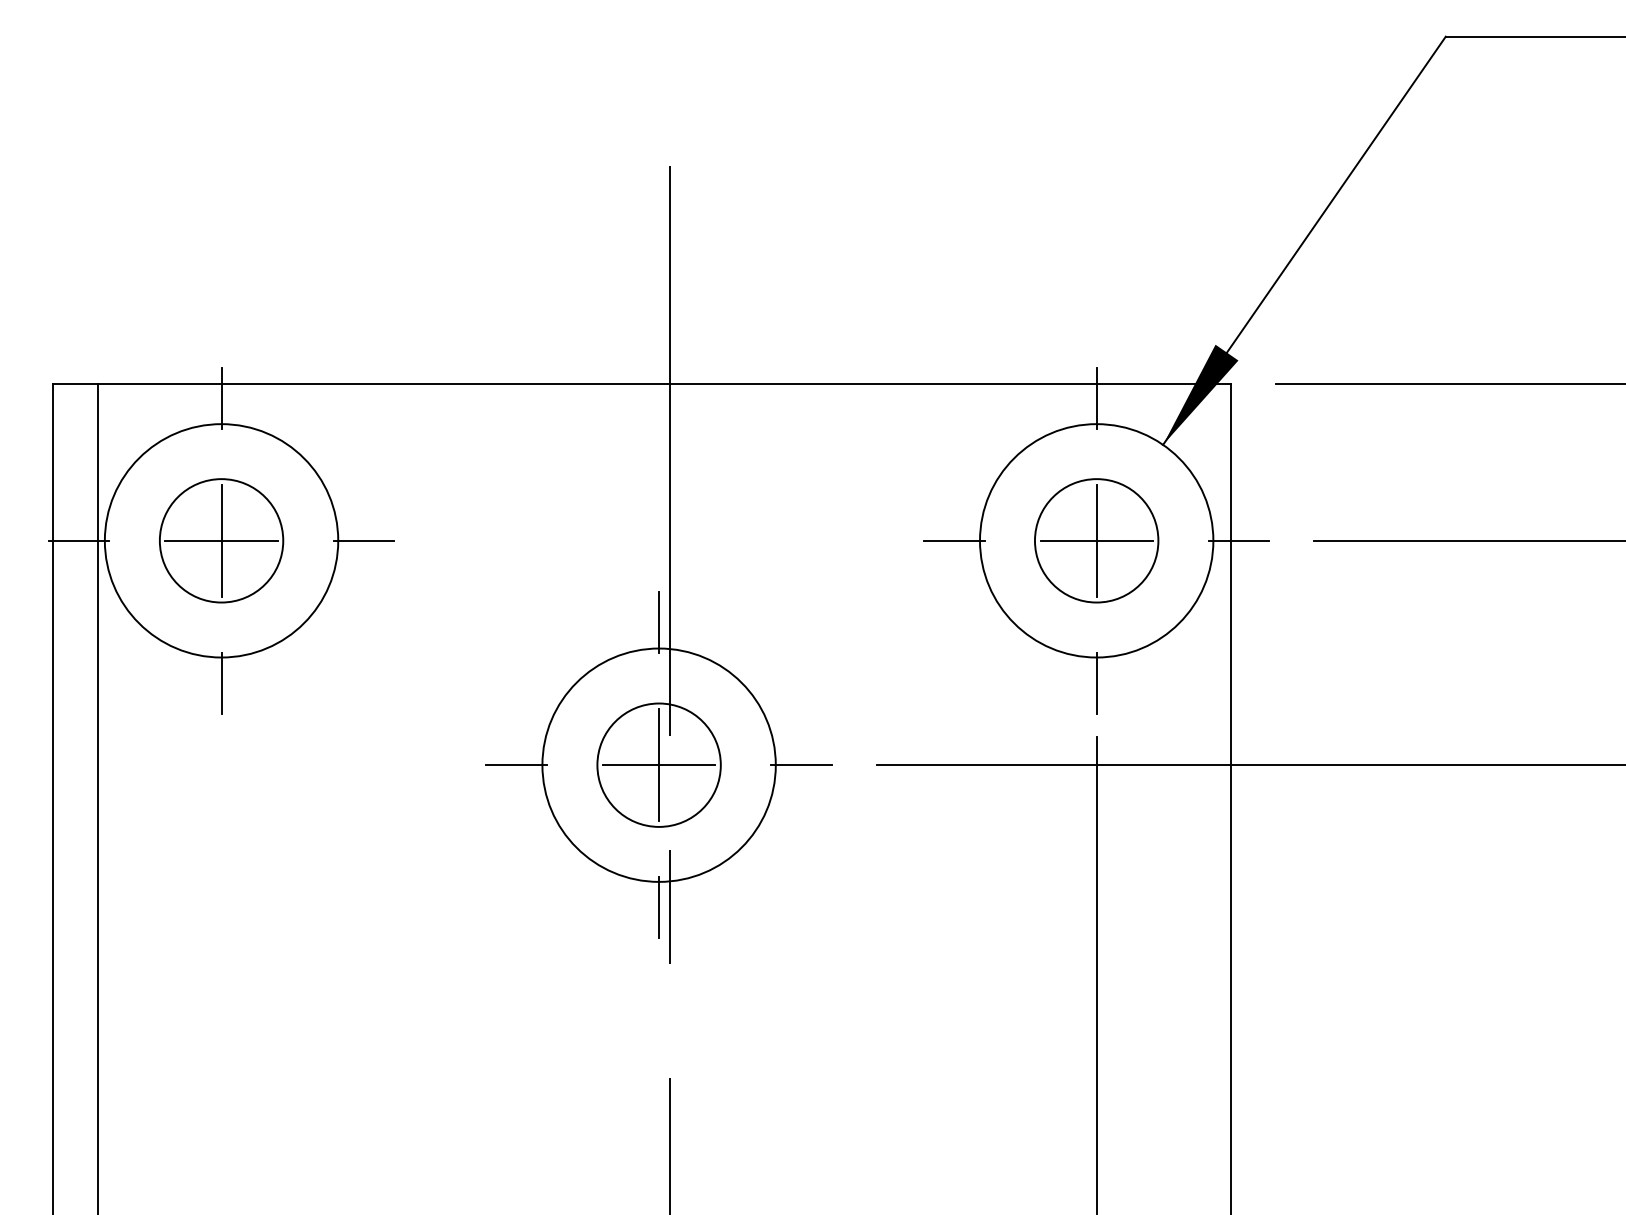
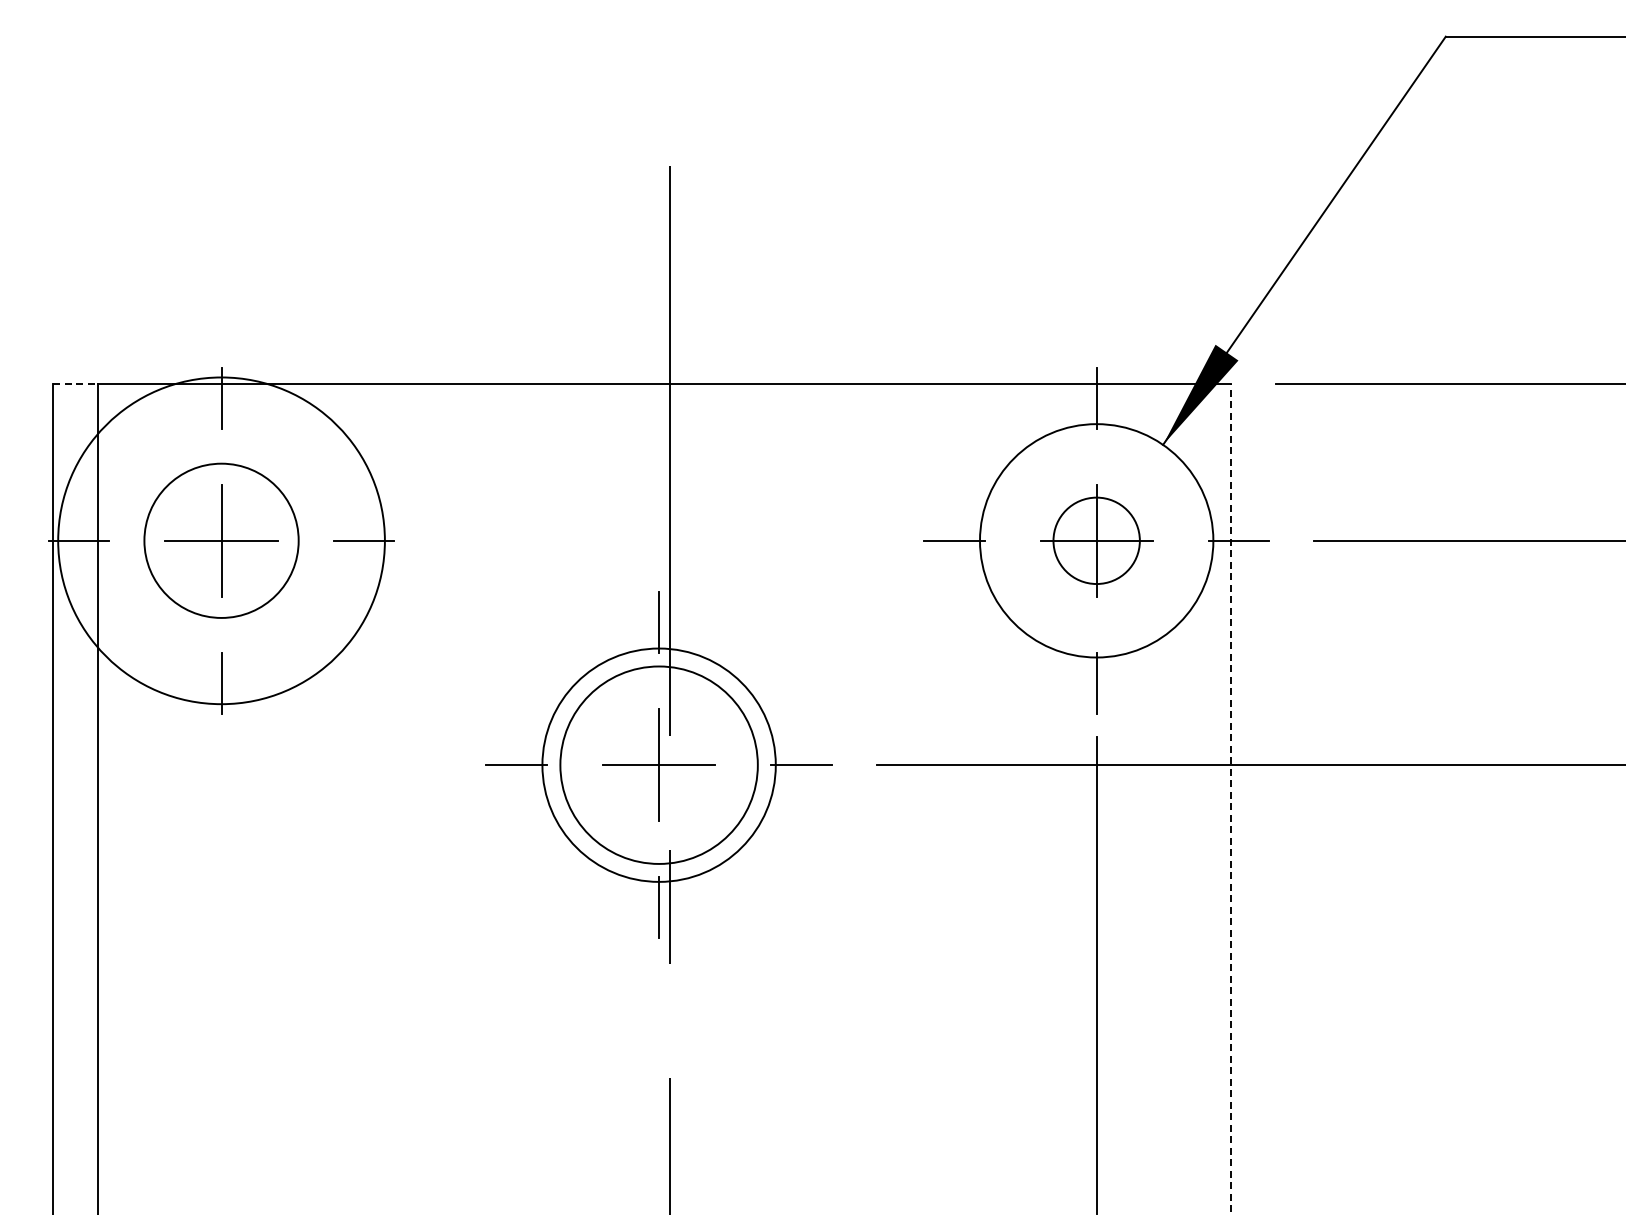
line at (76, 383): solid -> dashed
circle at (221, 540) diameter: 123 px -> 154 px
circle at (221, 540) diameter: 233 px -> 327 px
circle at (1096, 540) diameter: 123 px -> 86 px
circle at (658, 764) diameter: 123 px -> 197 px
line at (1231, 798): solid -> dashed
